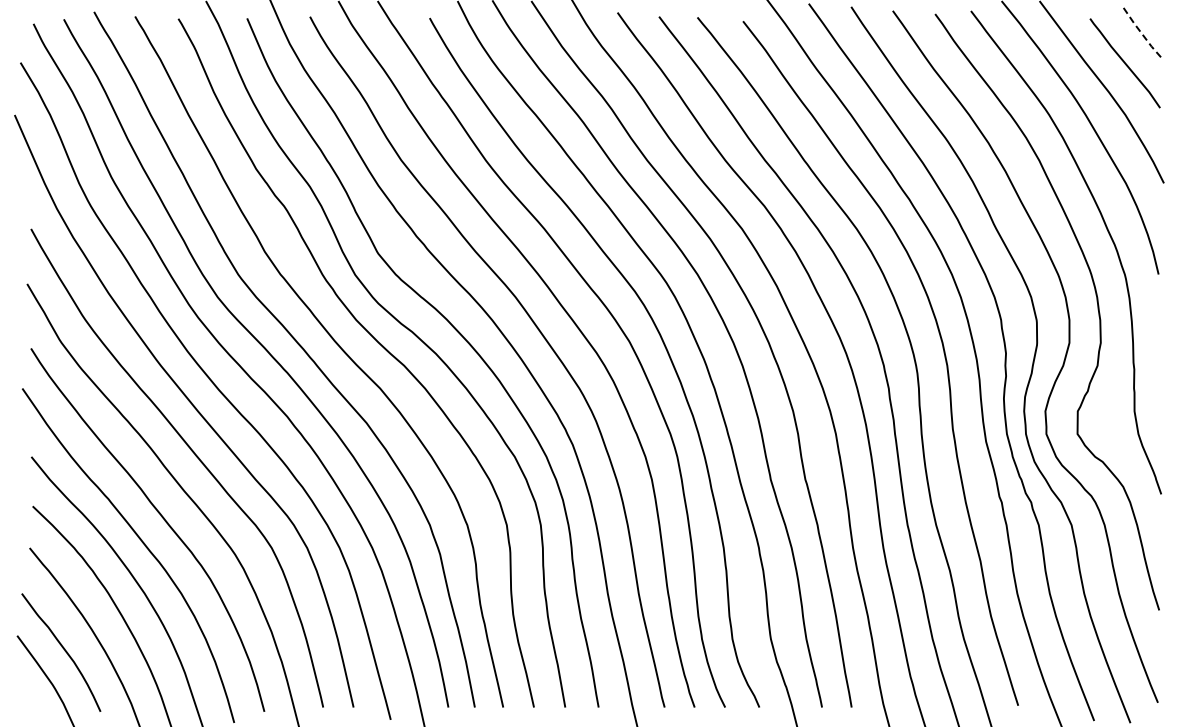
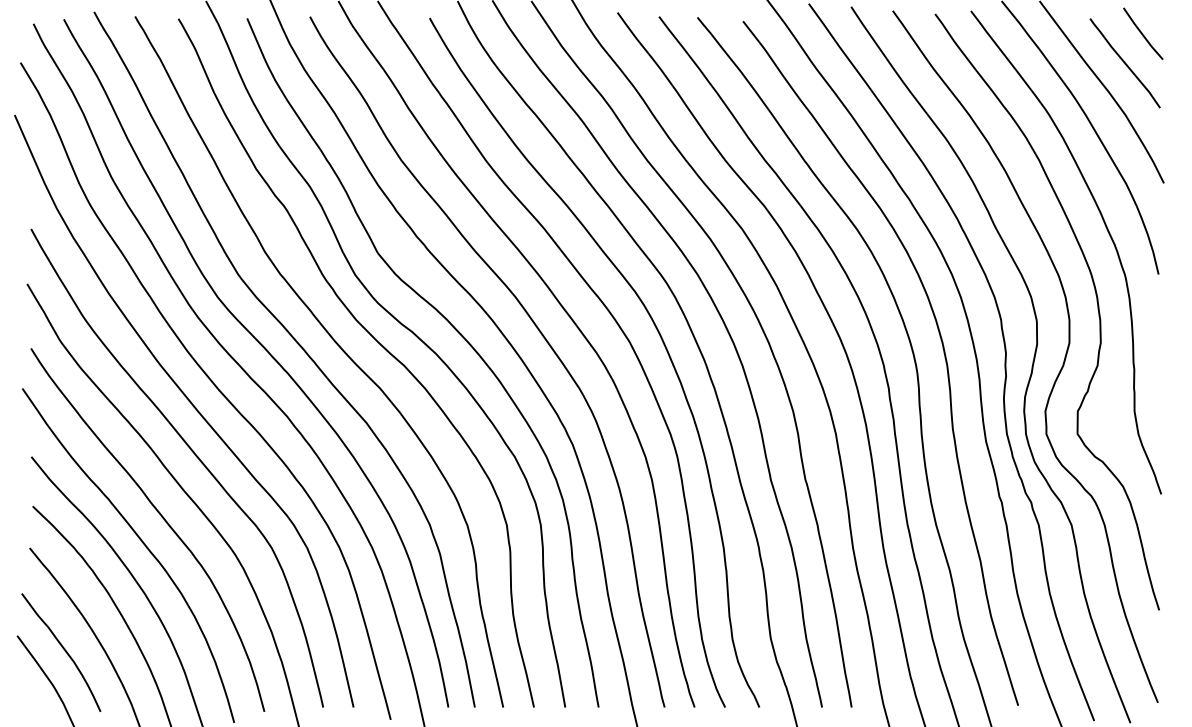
line at (1142, 34): dashed -> solid
